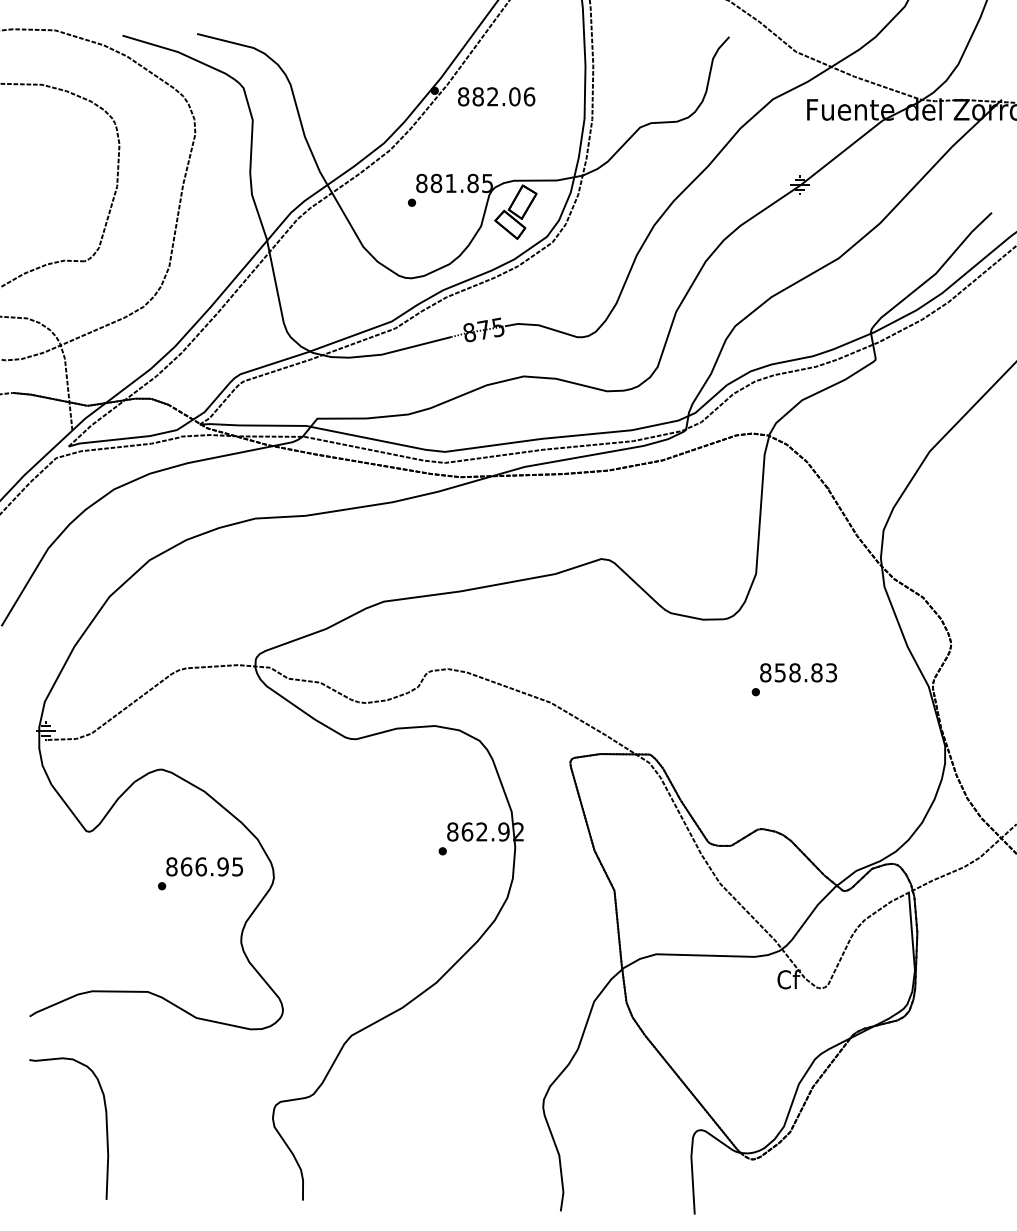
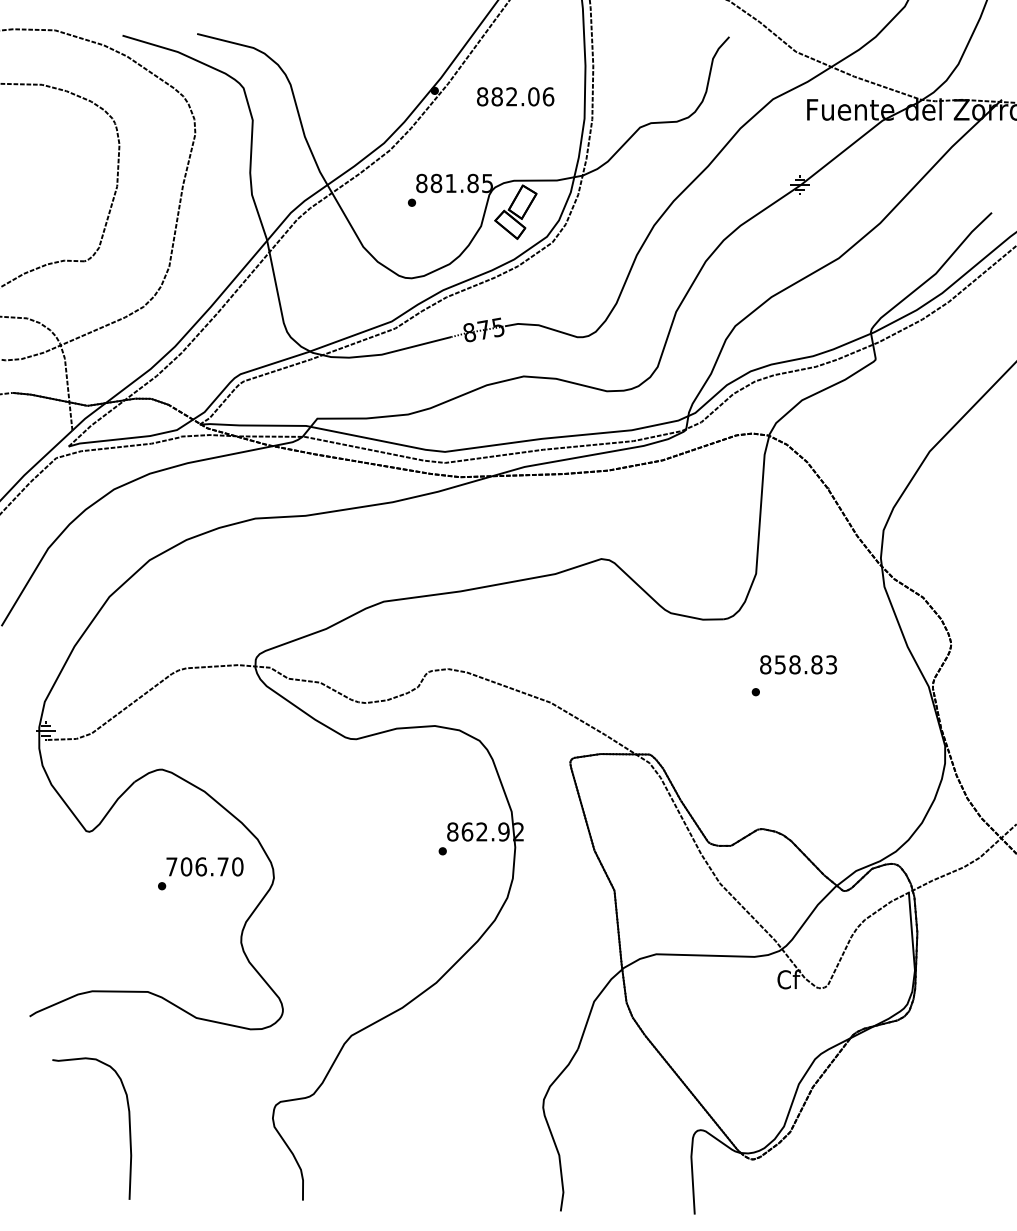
text at (496, 96) position: (496, 96) -> (515, 96)
text at (798, 672) position: (798, 672) -> (798, 664)
text at (204, 866): 866.95 -> 706.70
curve at (105, 1123) position: (105, 1123) -> (128, 1123)
